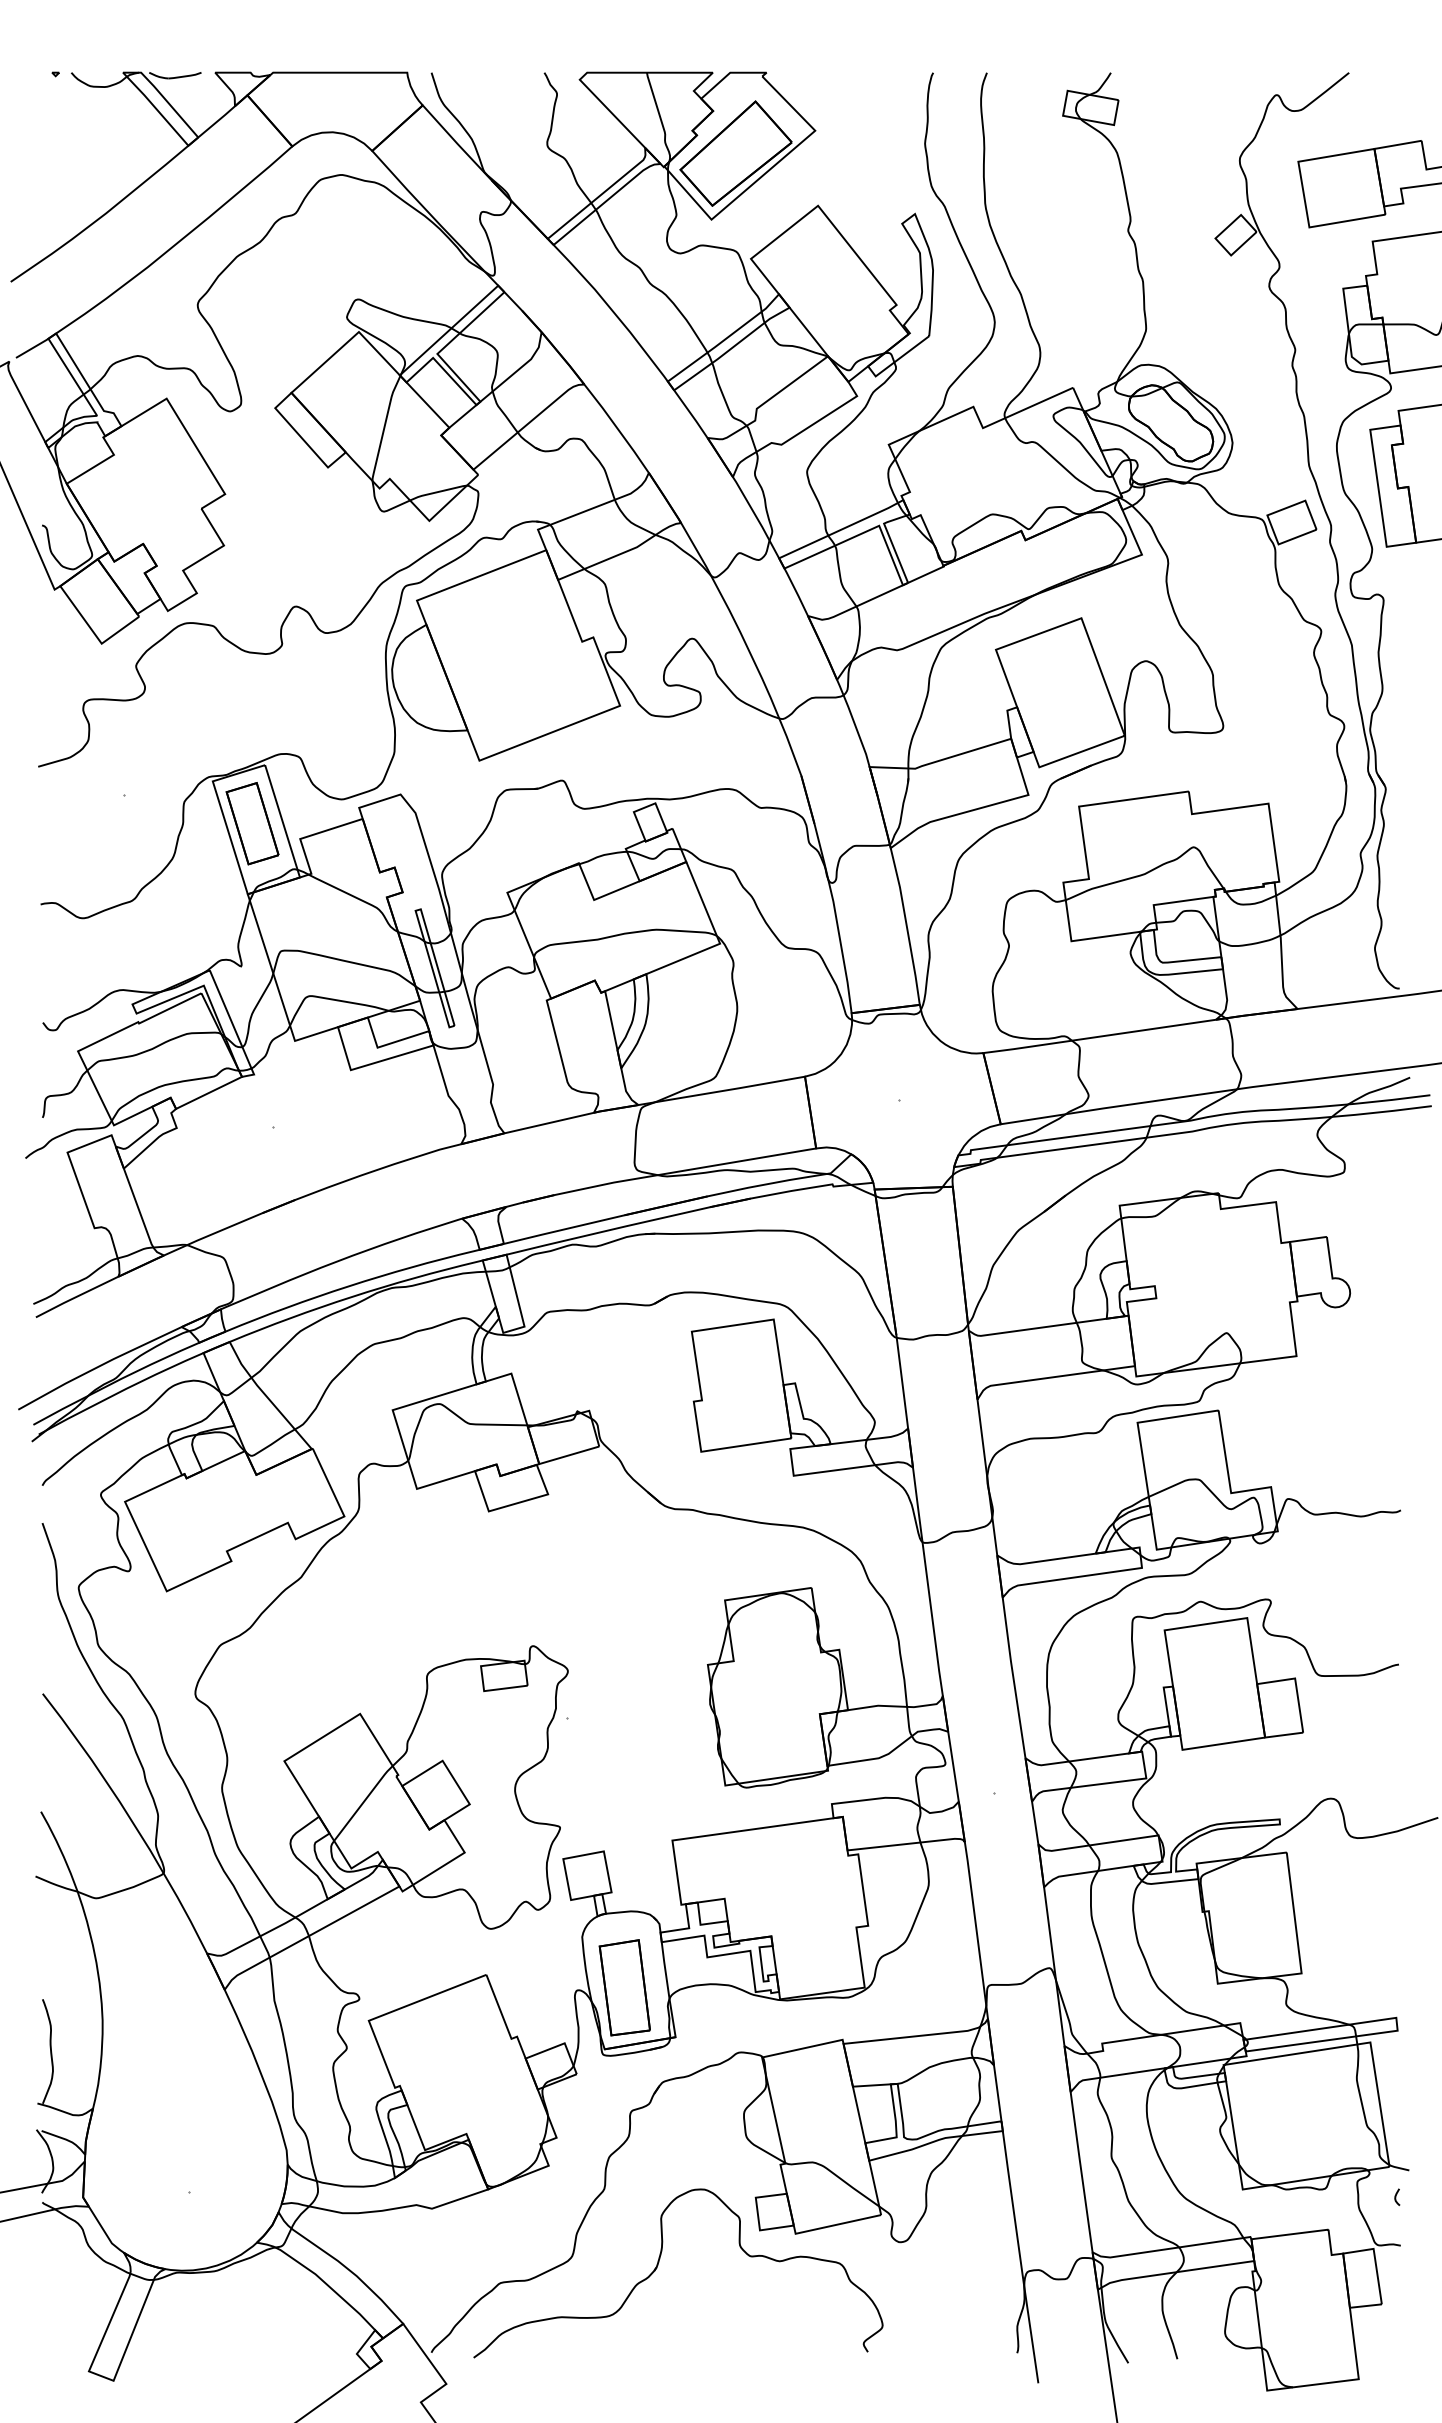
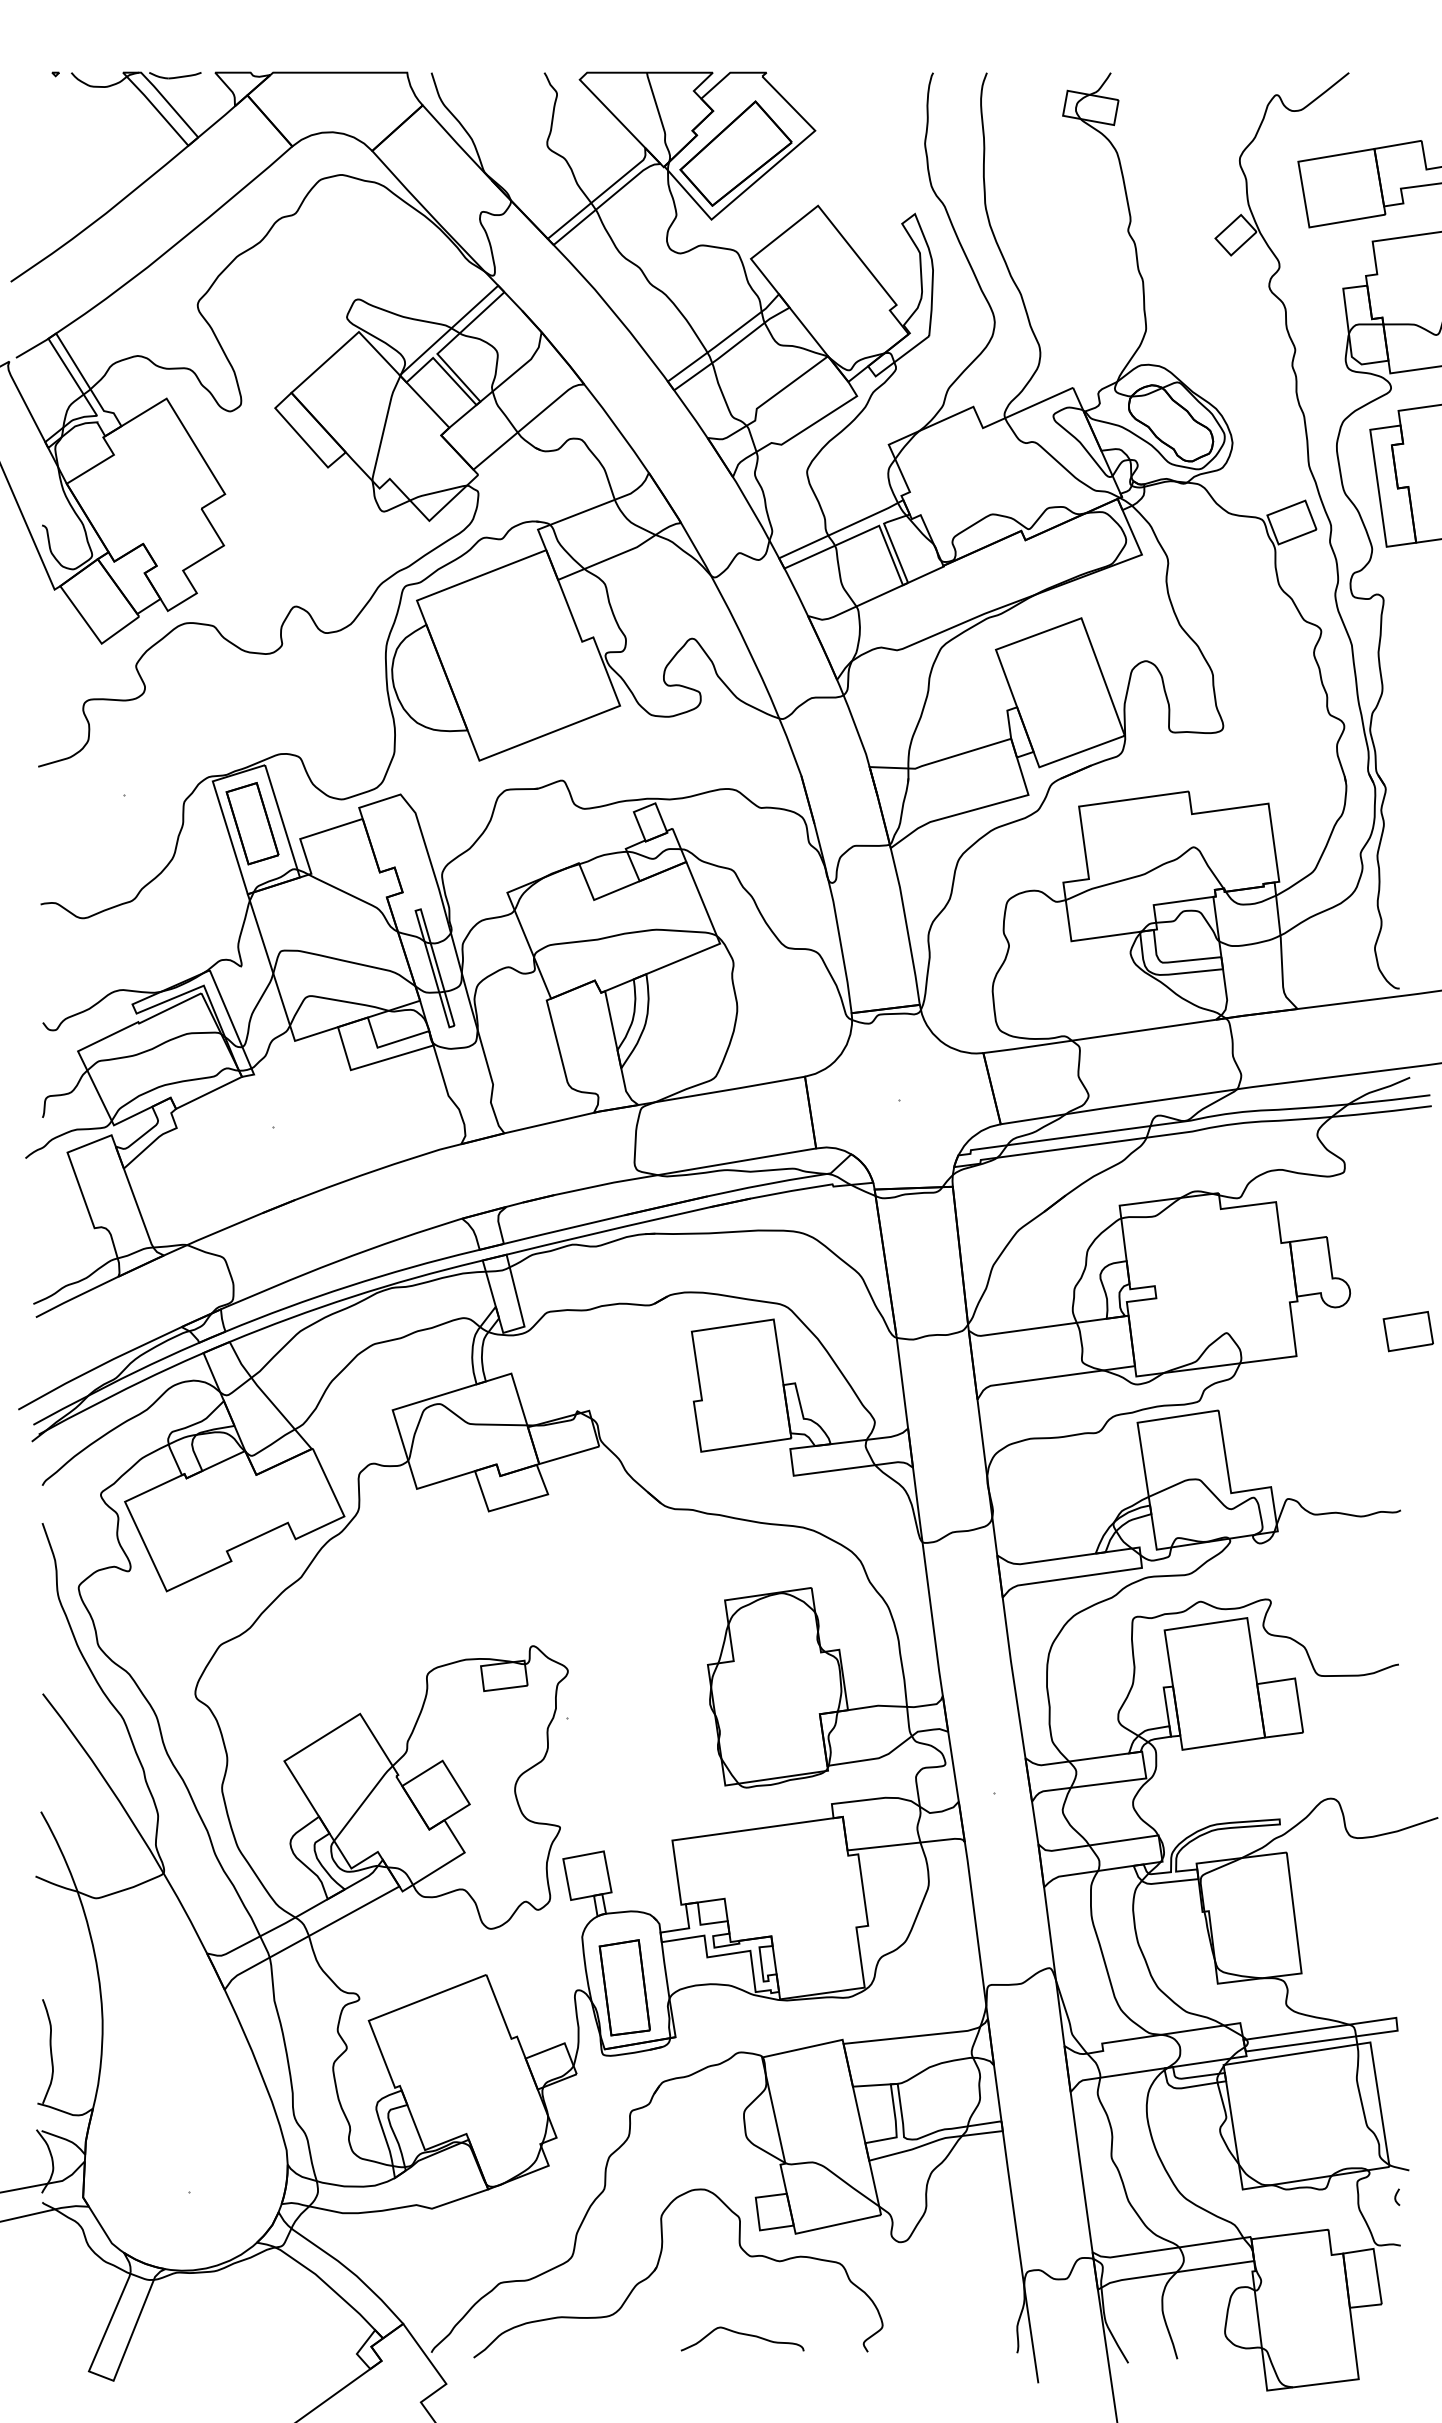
part at (1407, 1331): none -> present
curve at (744, 2335): none -> present
